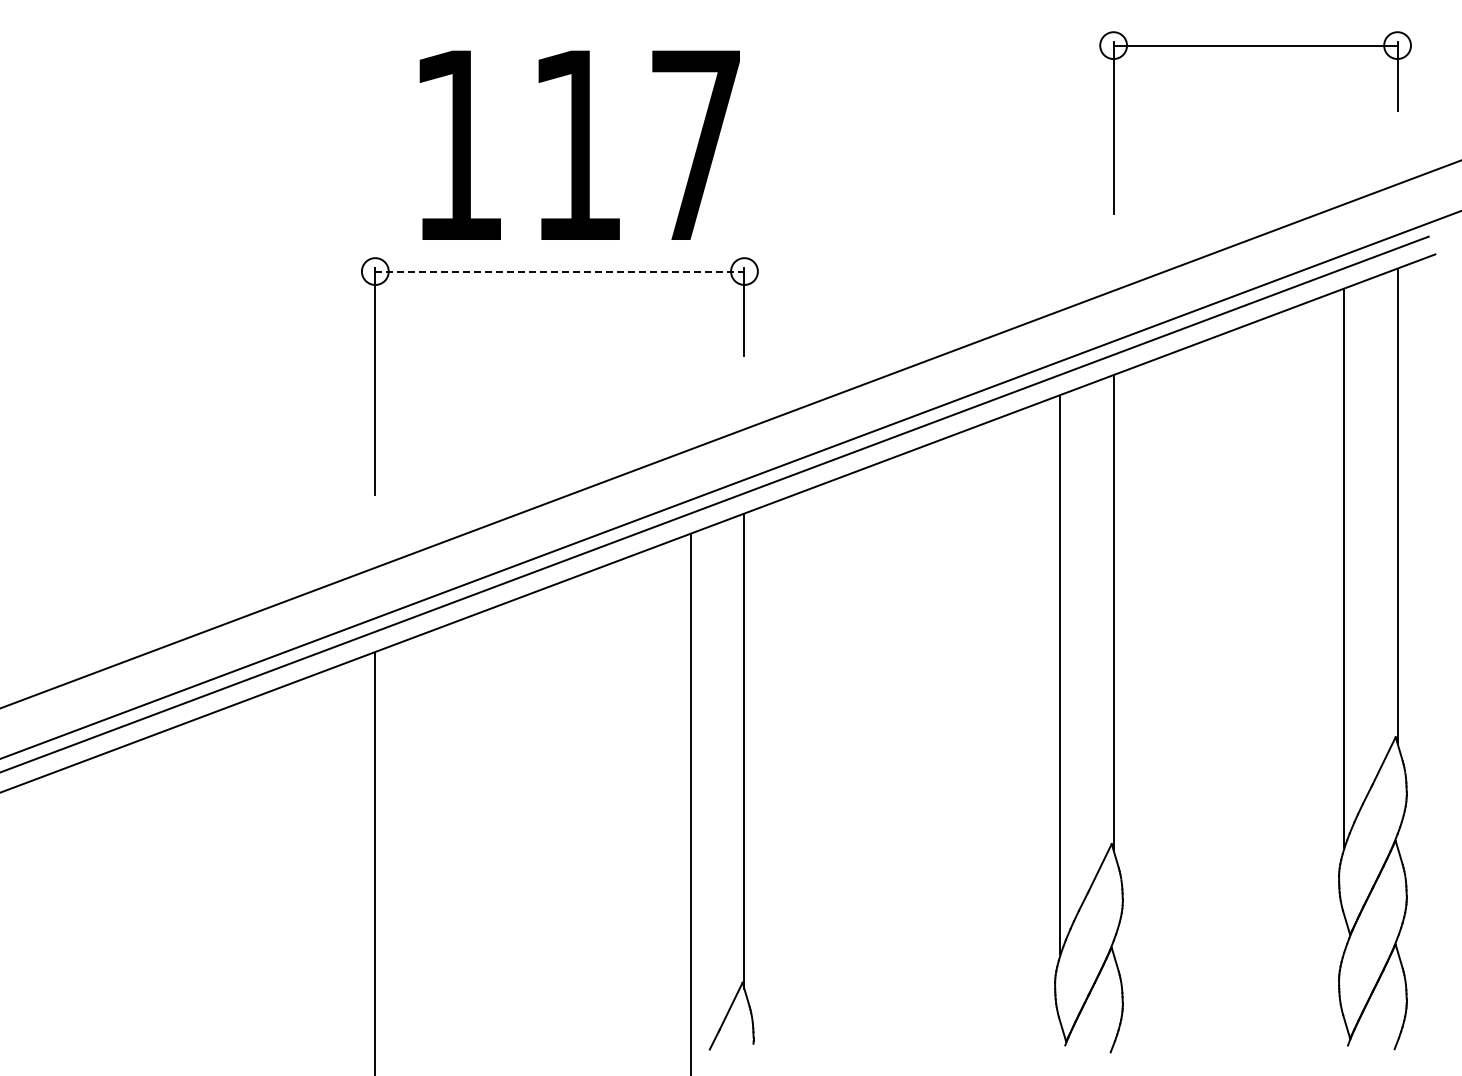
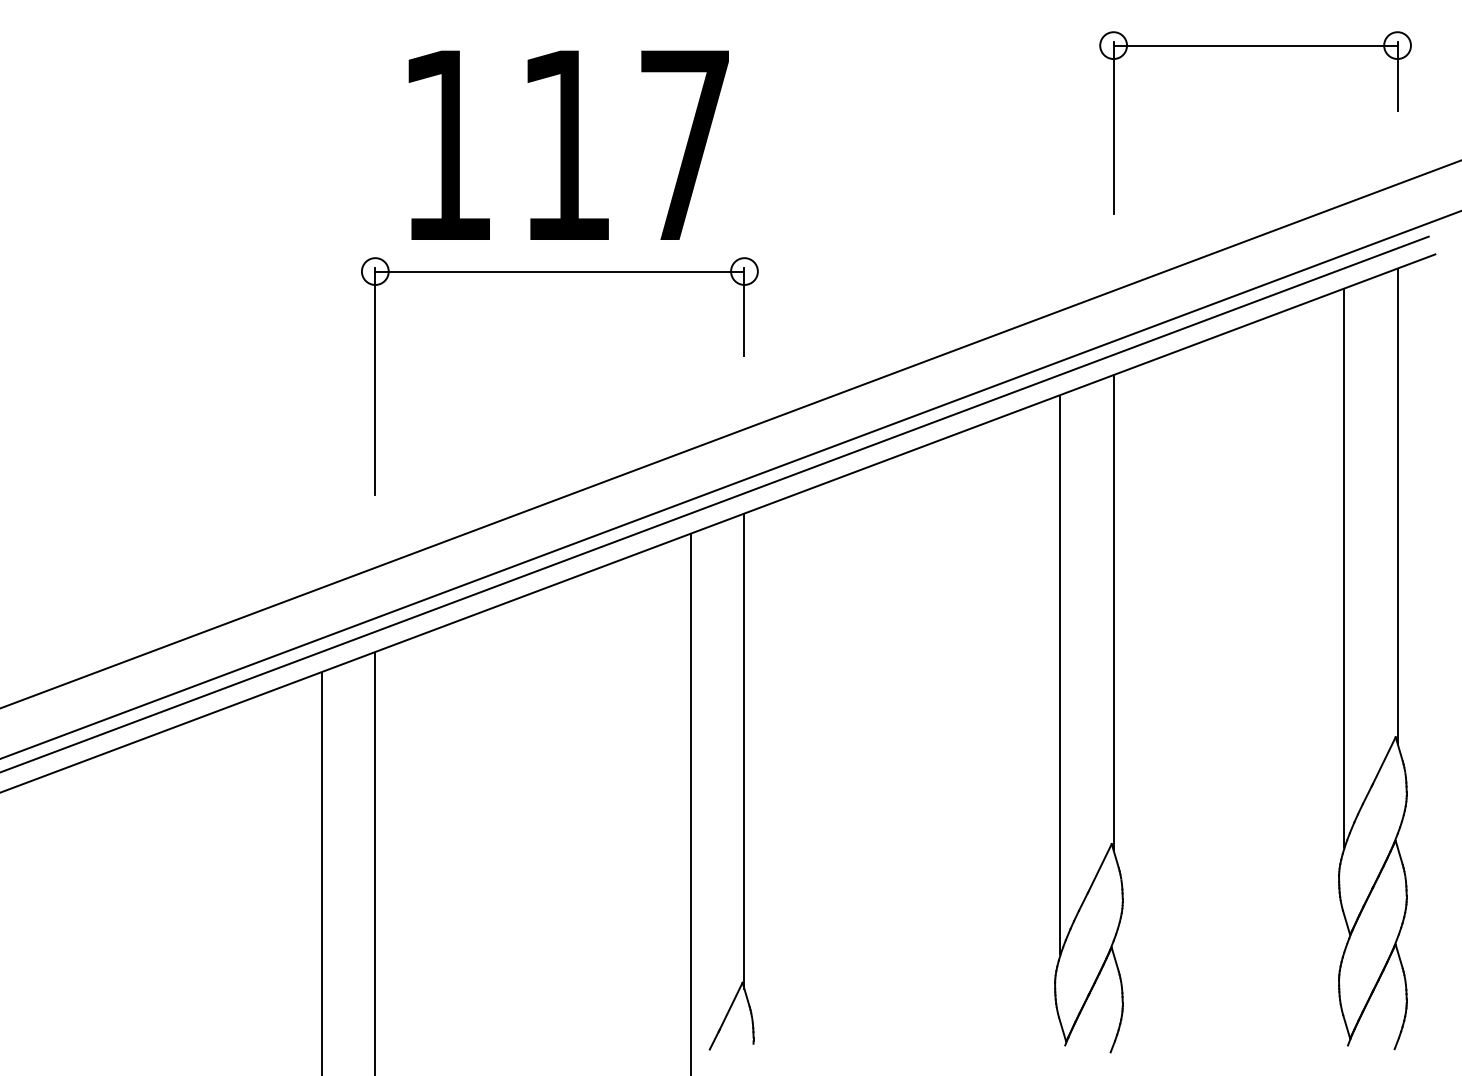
text at (579, 144) position: (579, 144) -> (568, 144)
line at (559, 271): dashed -> solid
line at (321, 872): none -> present
